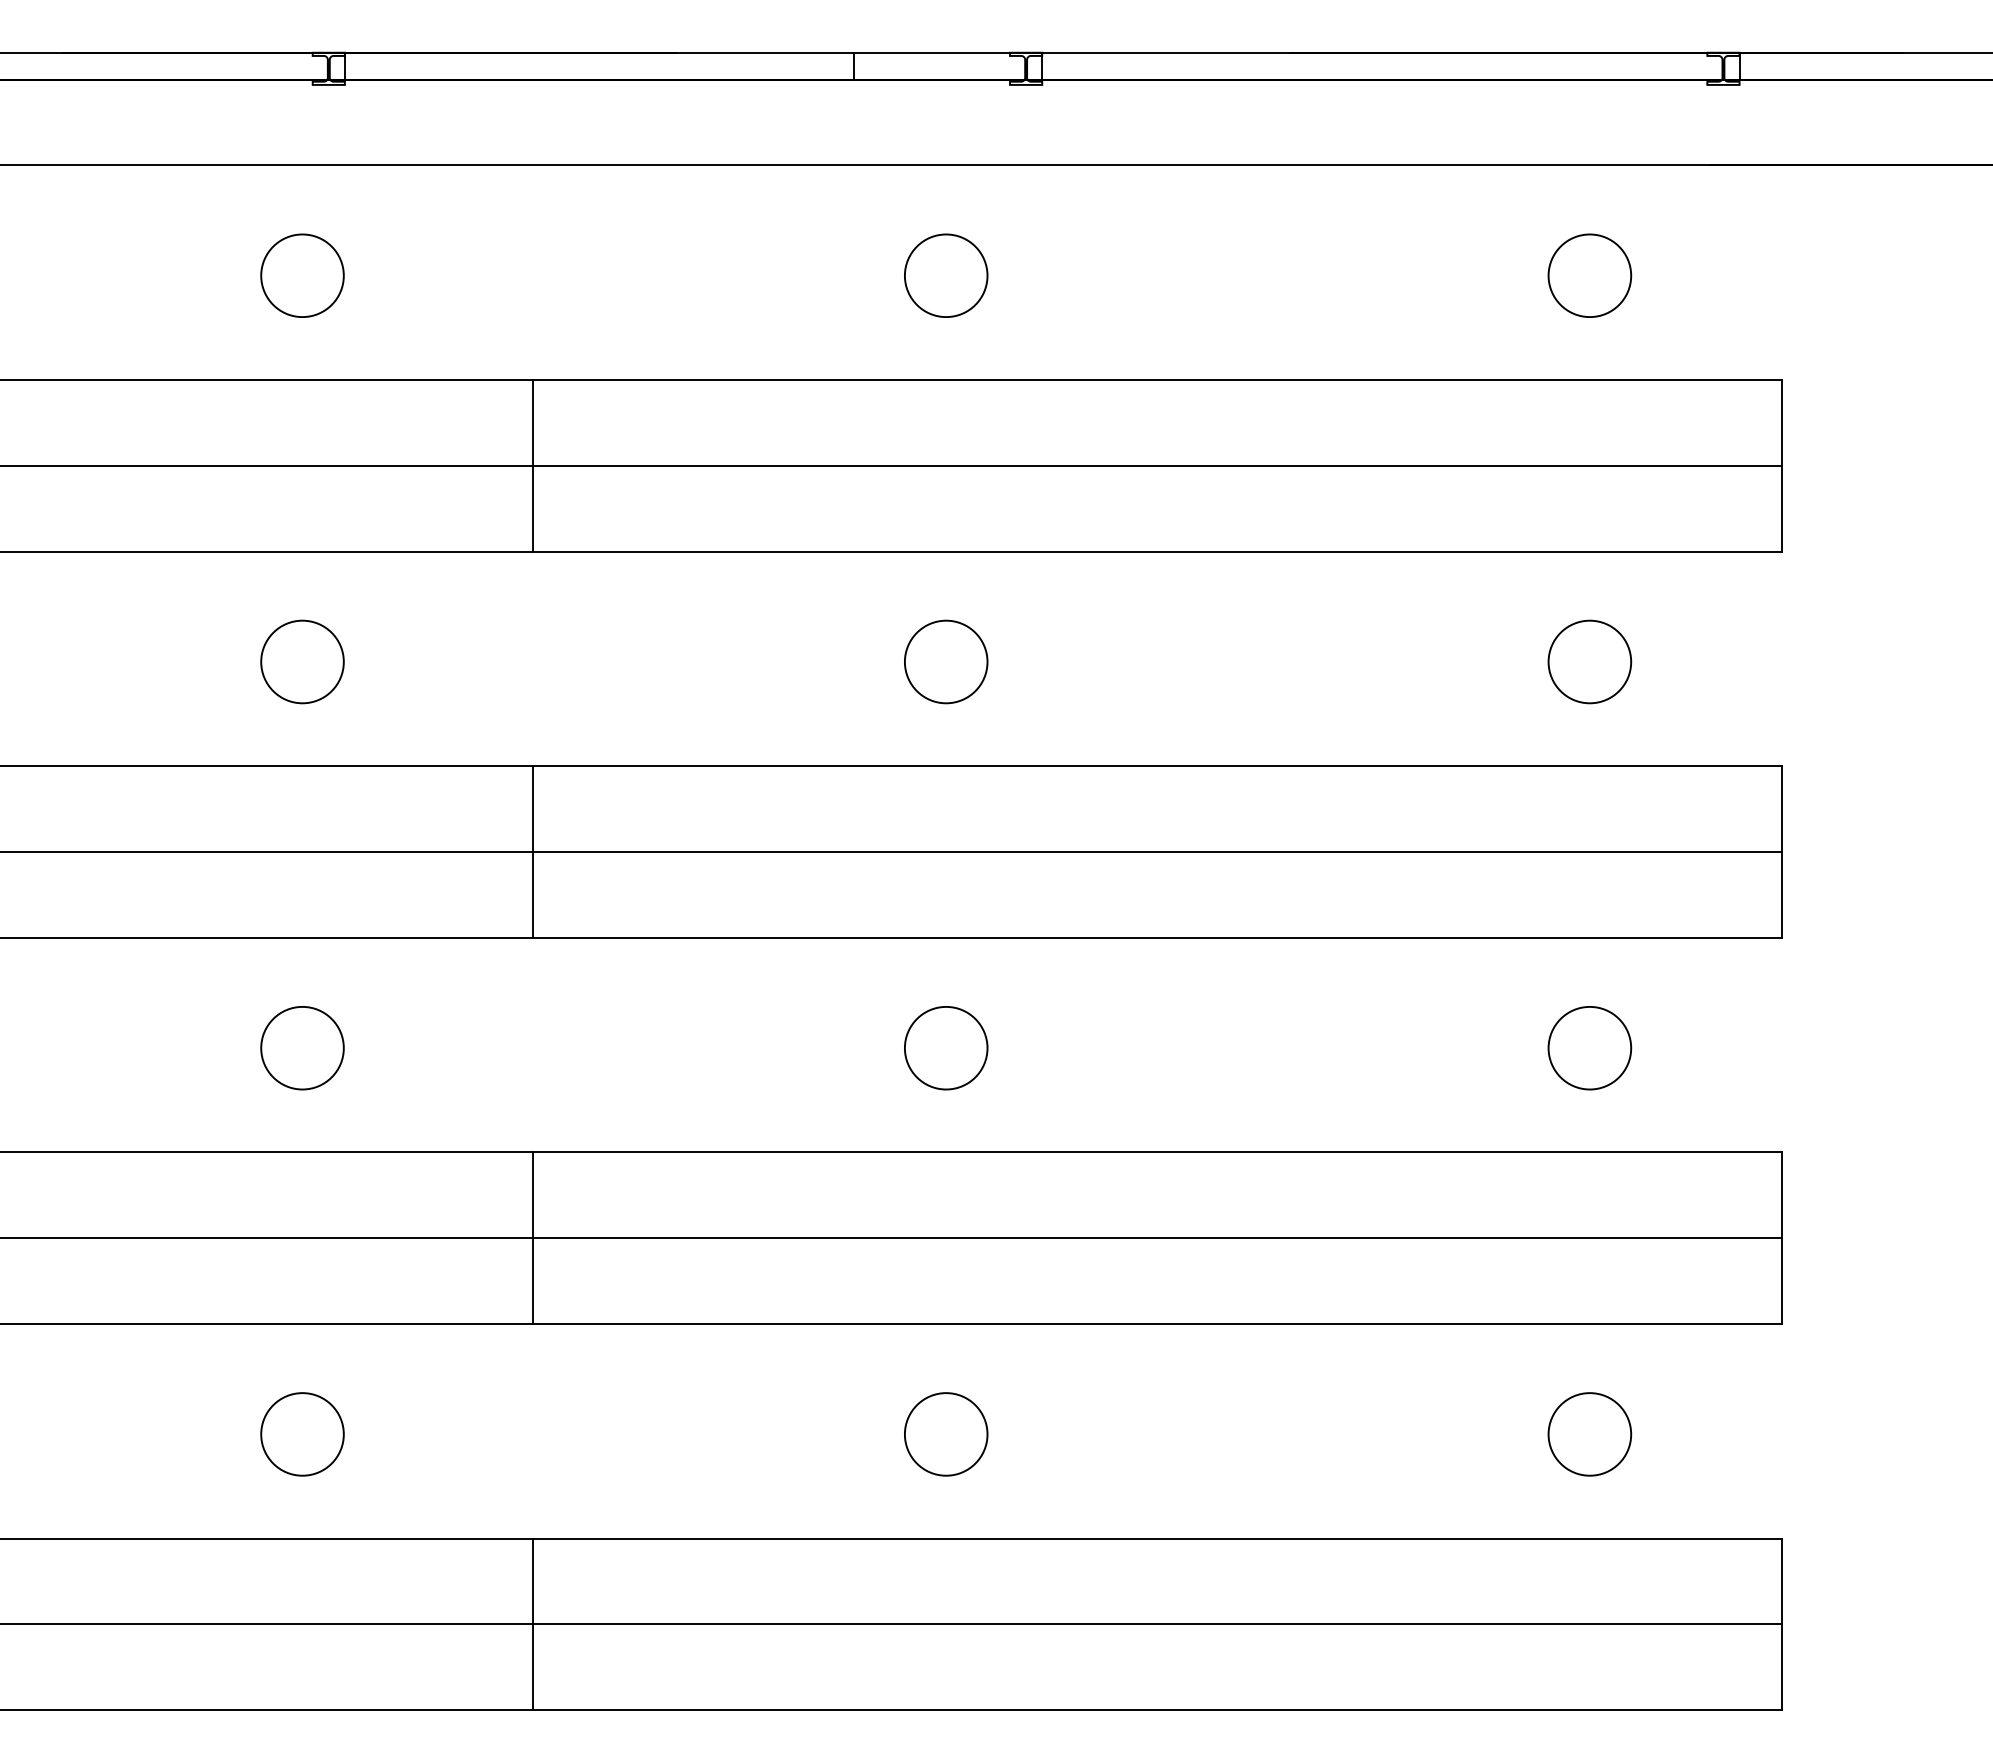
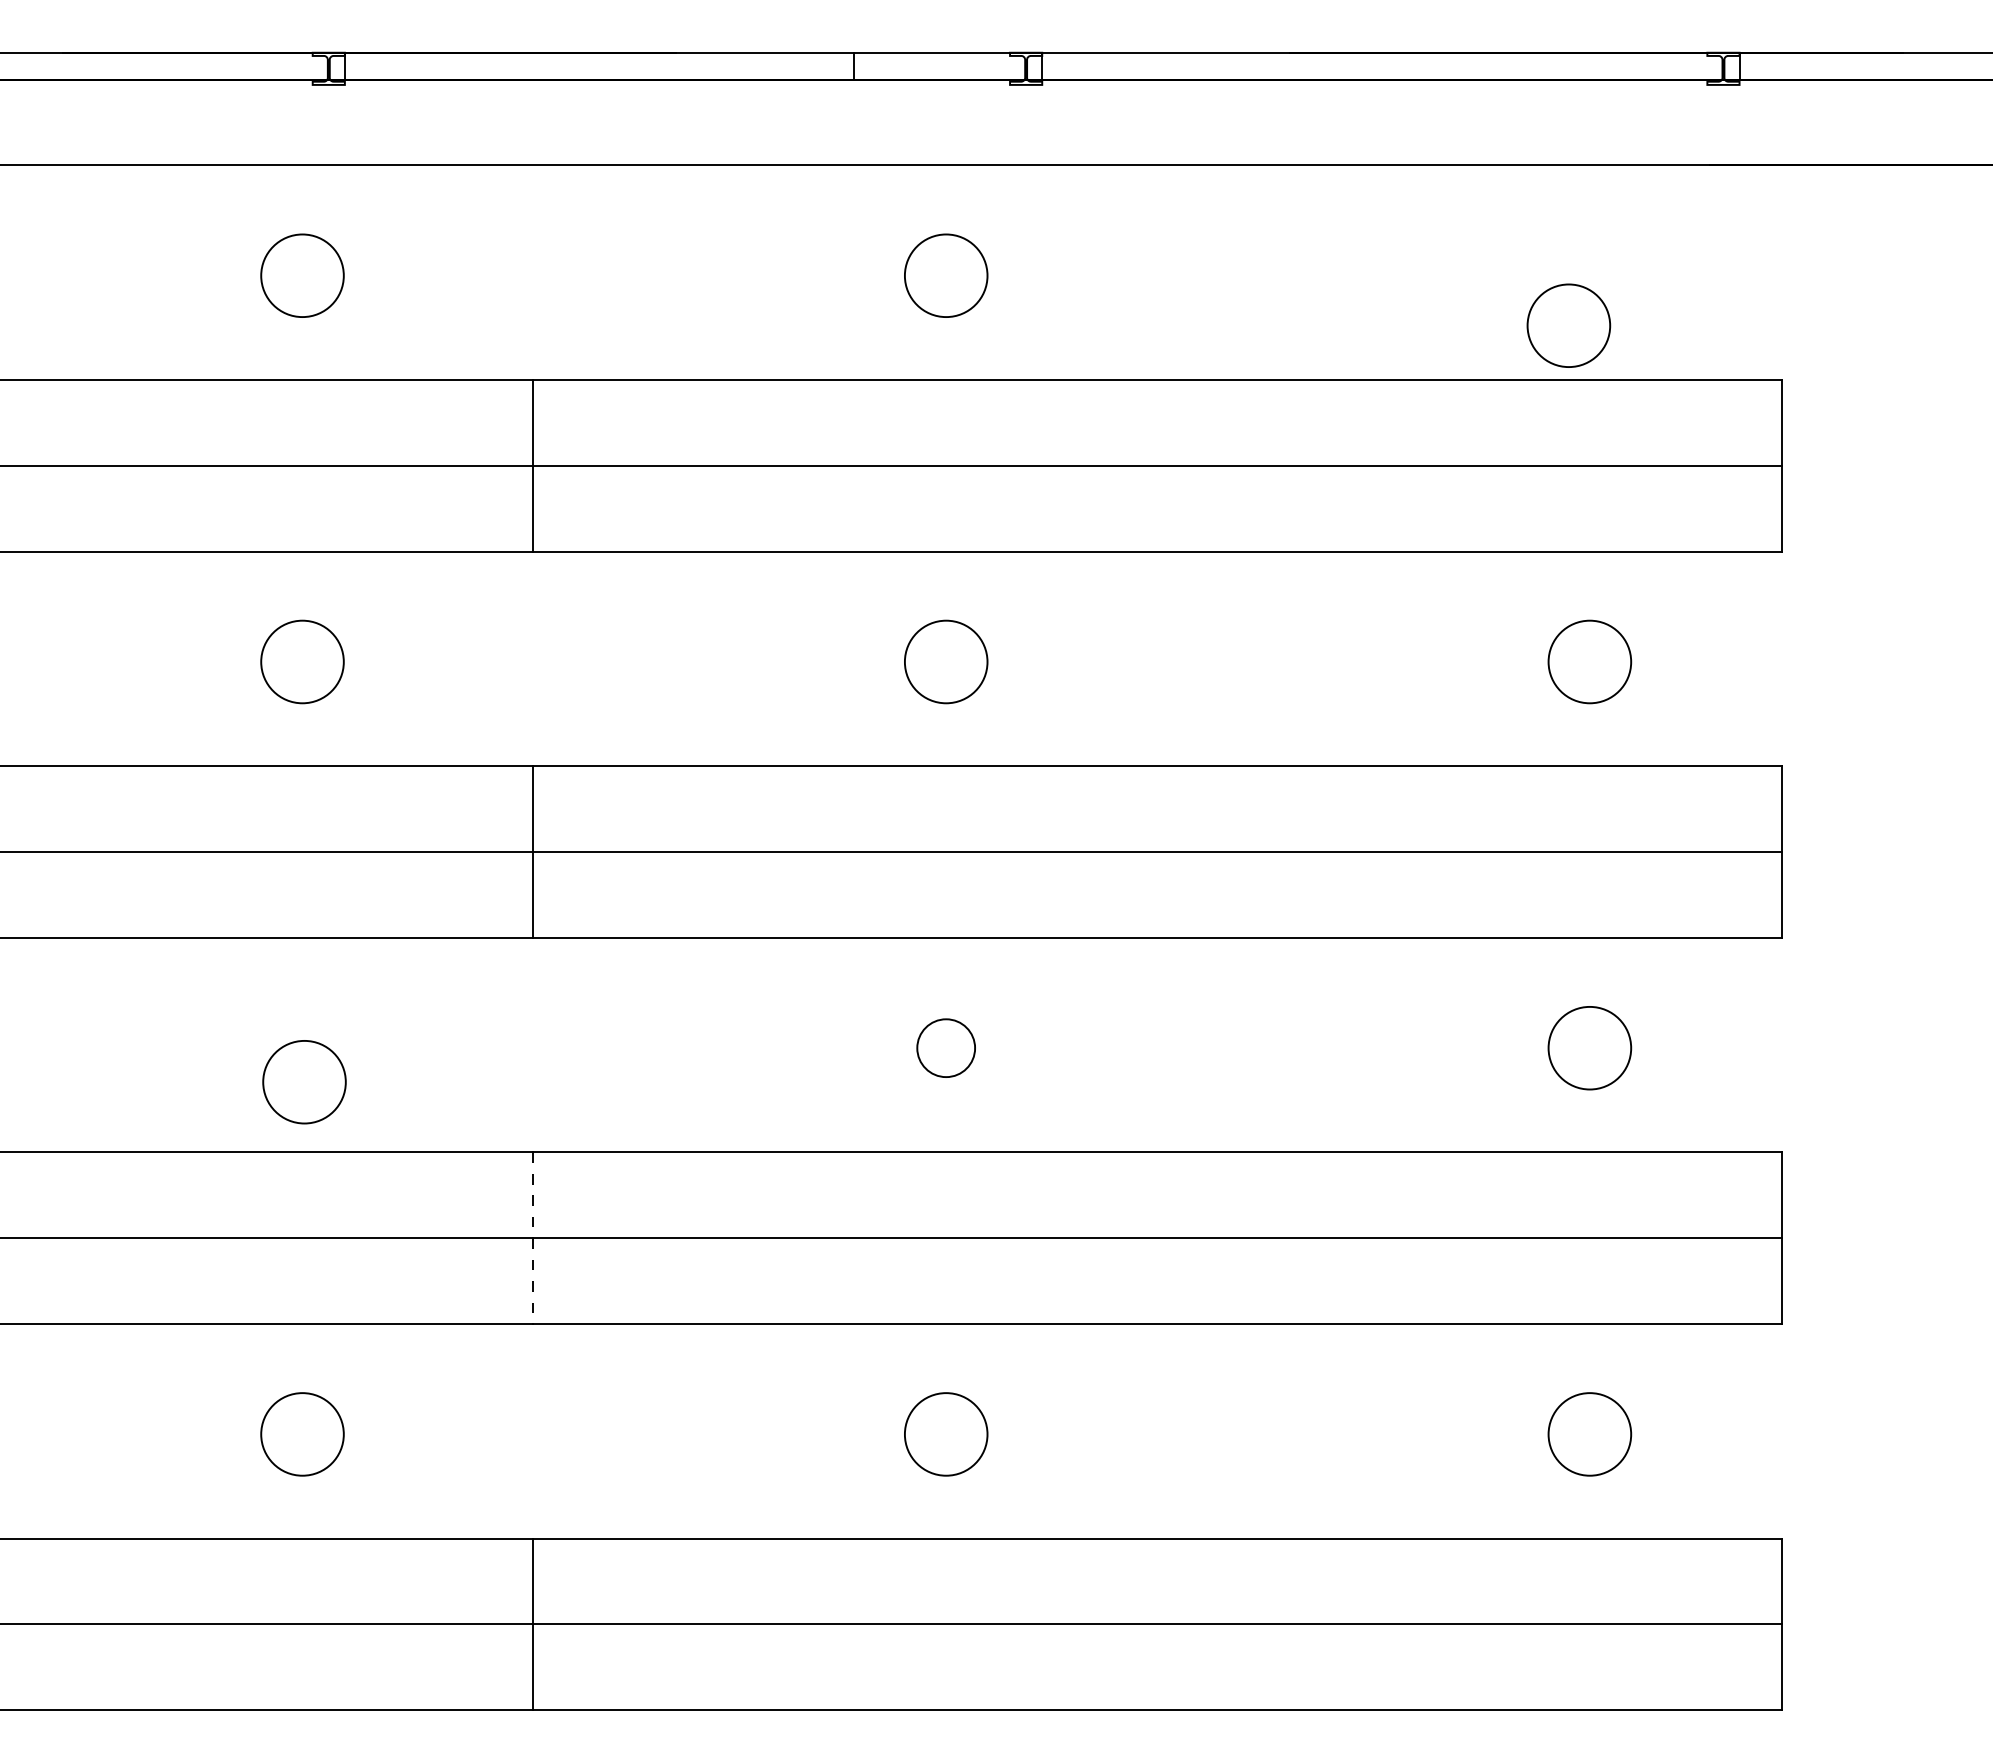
circle at (1589, 275) position: (1589, 275) -> (1568, 325)
circle at (945, 1047) diameter: 83 px -> 58 px
circle at (302, 1048) position: (302, 1048) -> (304, 1082)
line at (532, 1238): solid -> dashed
